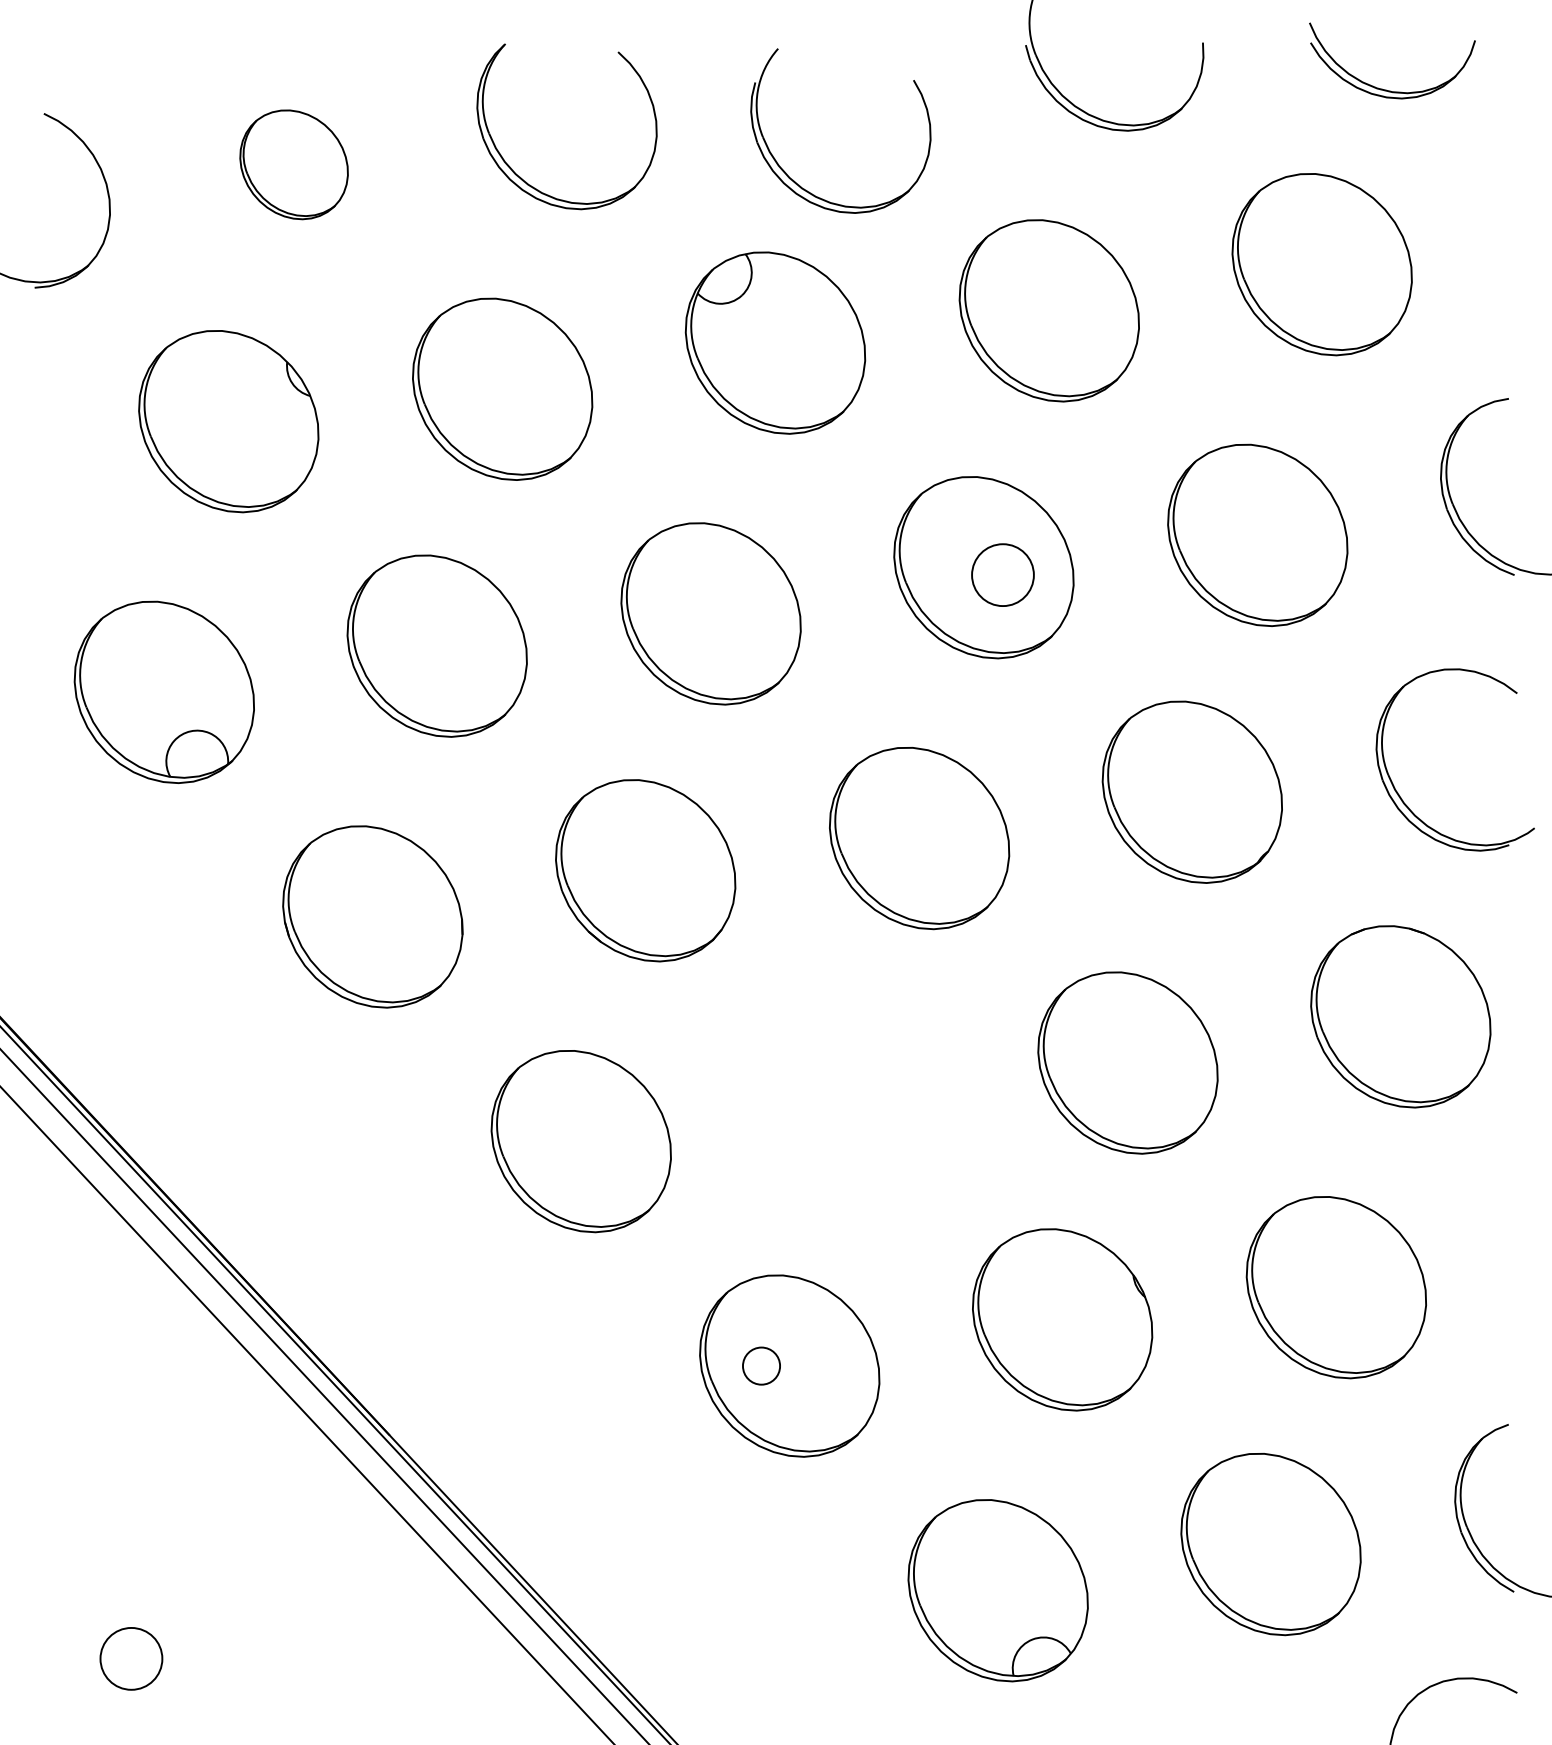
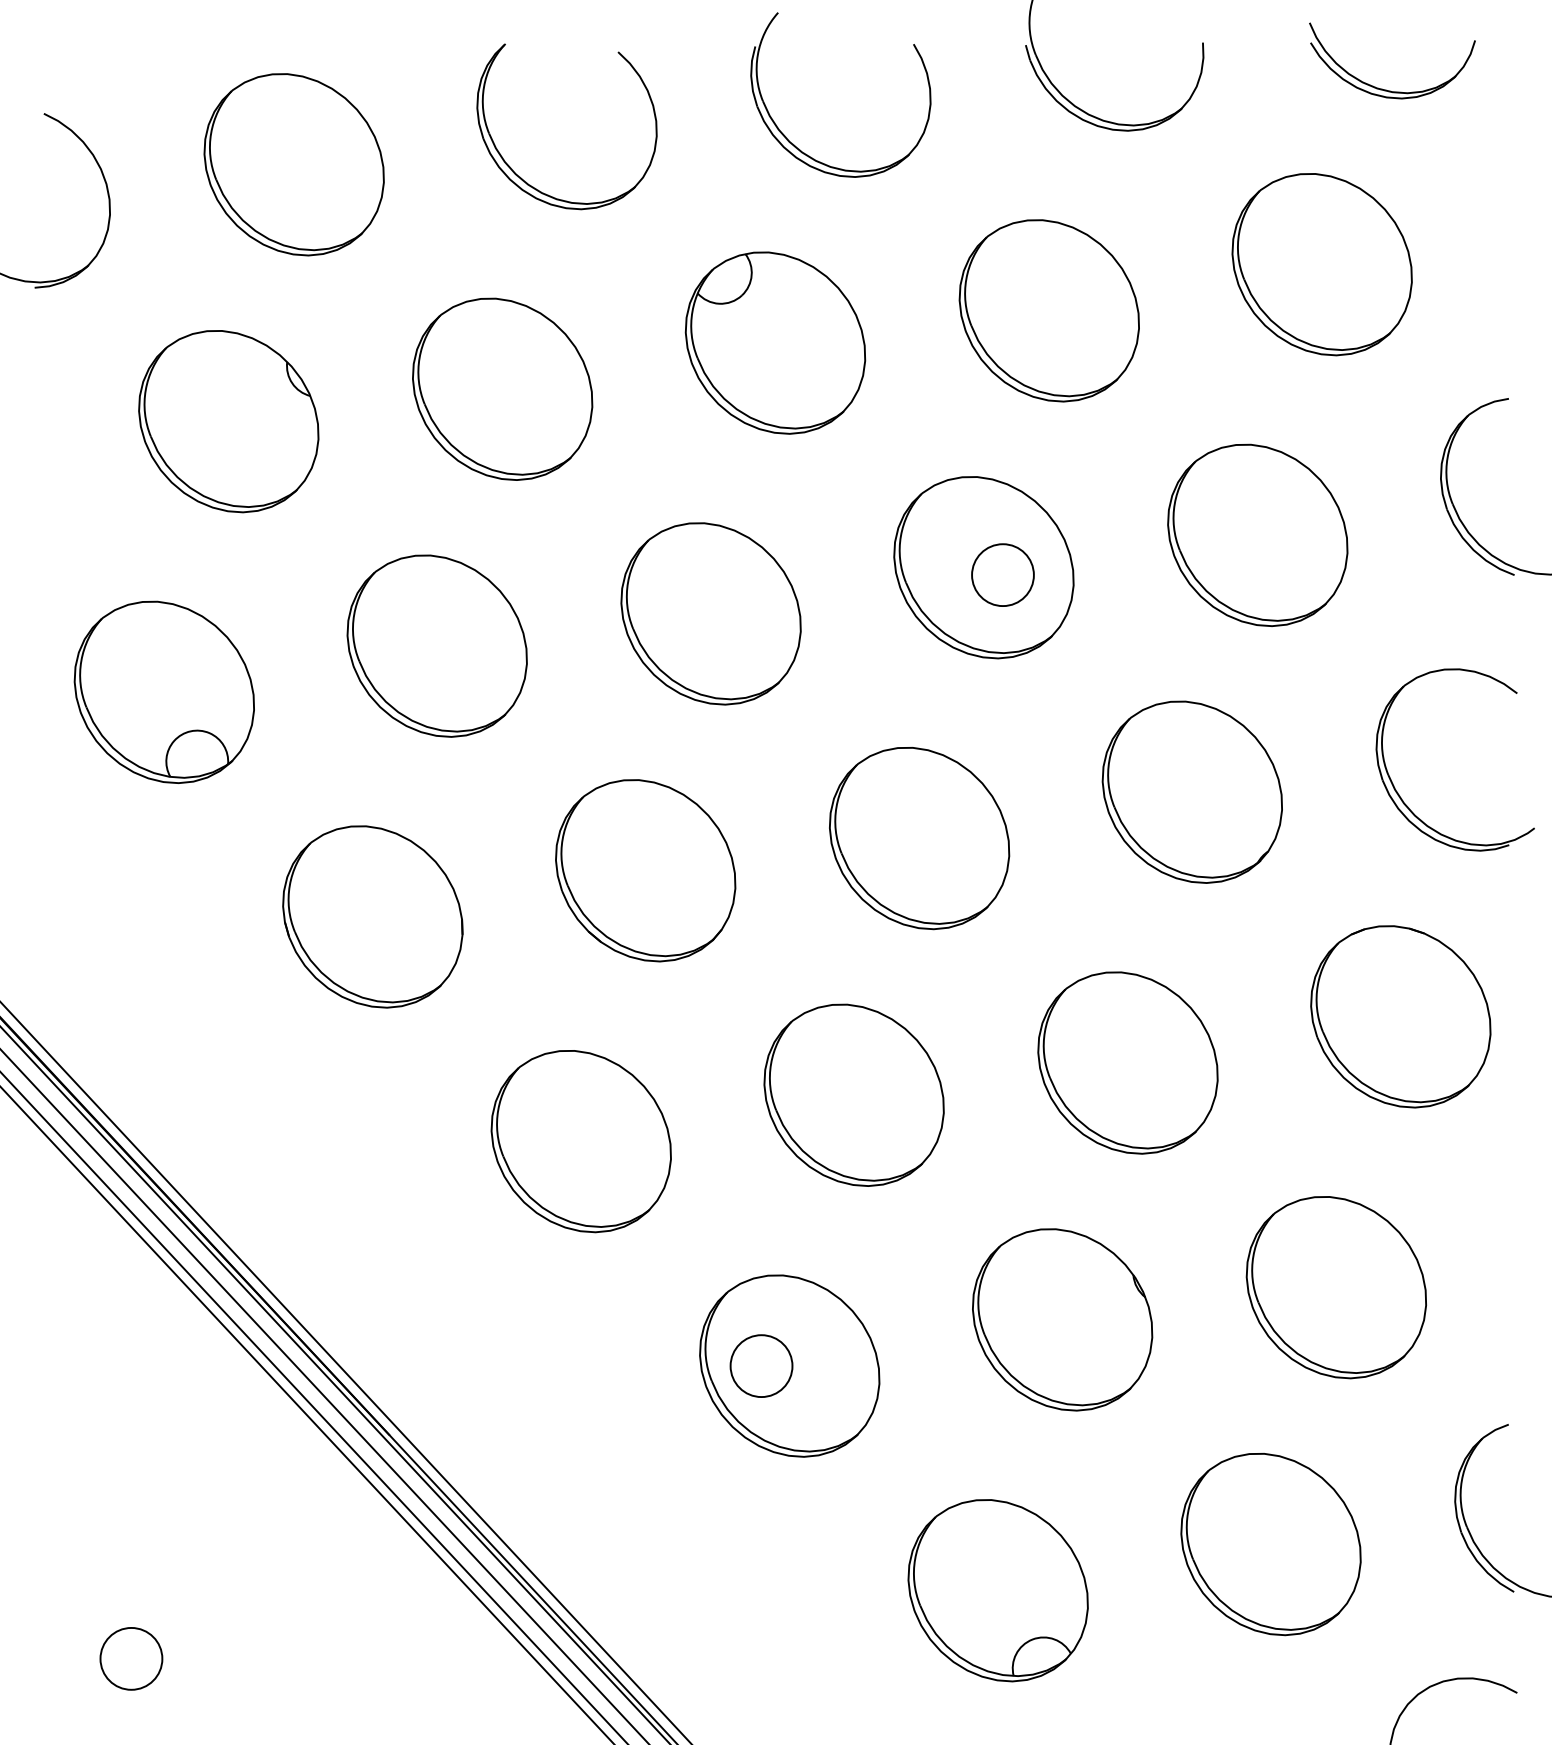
part at (293, 164) size: 110x112 px -> 182x184 px
part at (793, 179) position: (793, 179) -> (793, 143)
part at (853, 1094): none -> present
circle at (761, 1365) diameter: 37 px -> 62 px
line at (345, 1372): none -> present
line at (313, 1407): none -> present
